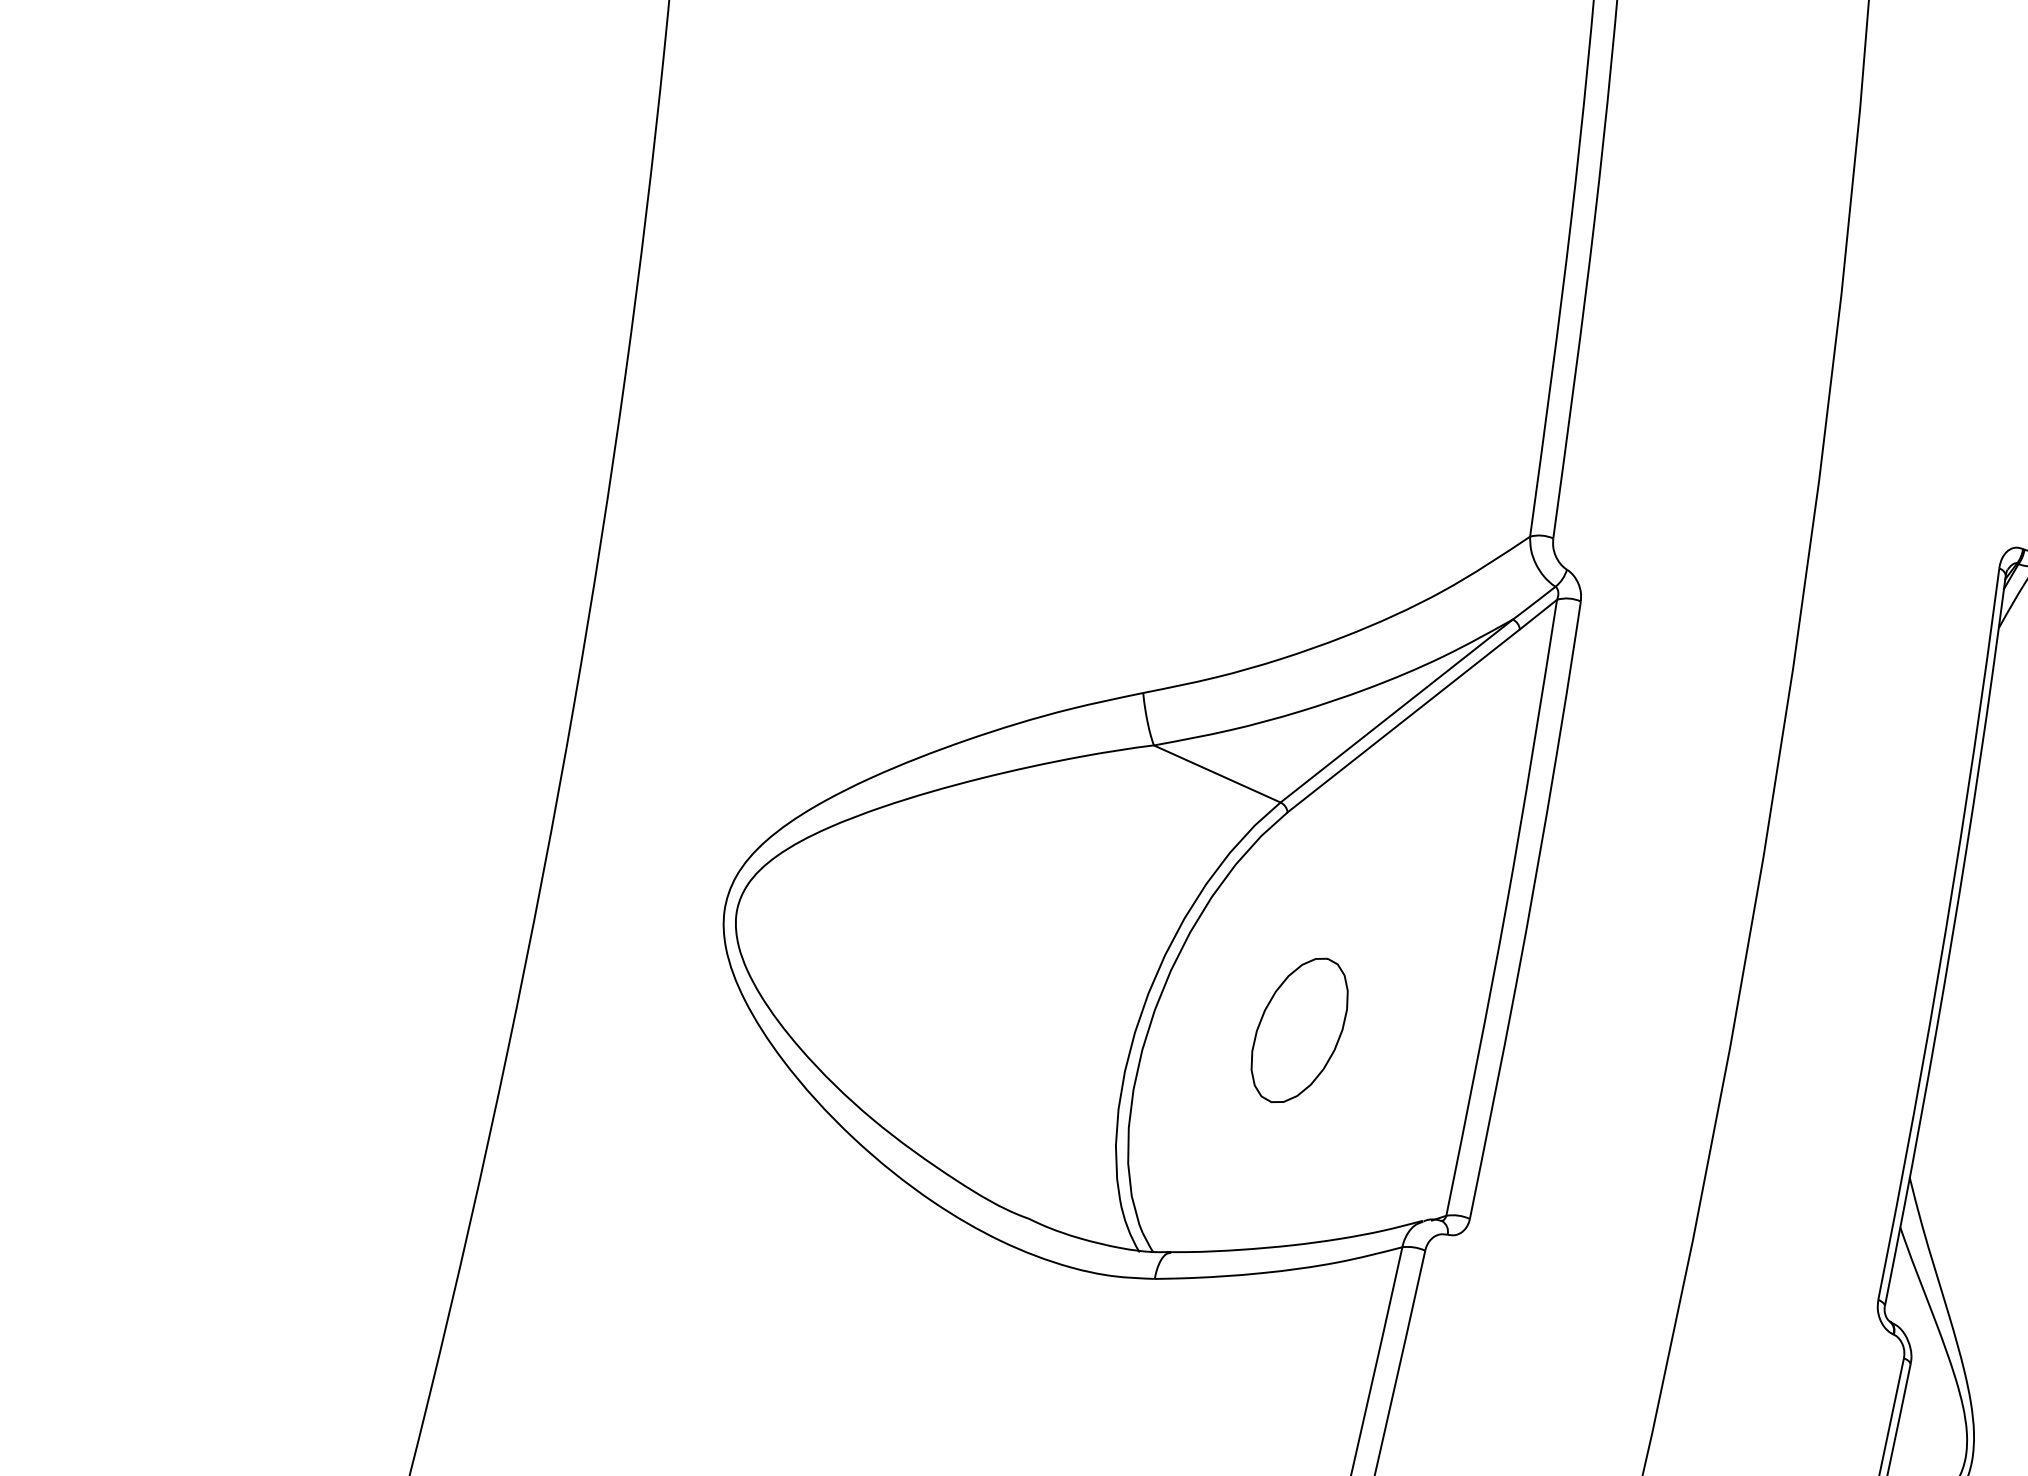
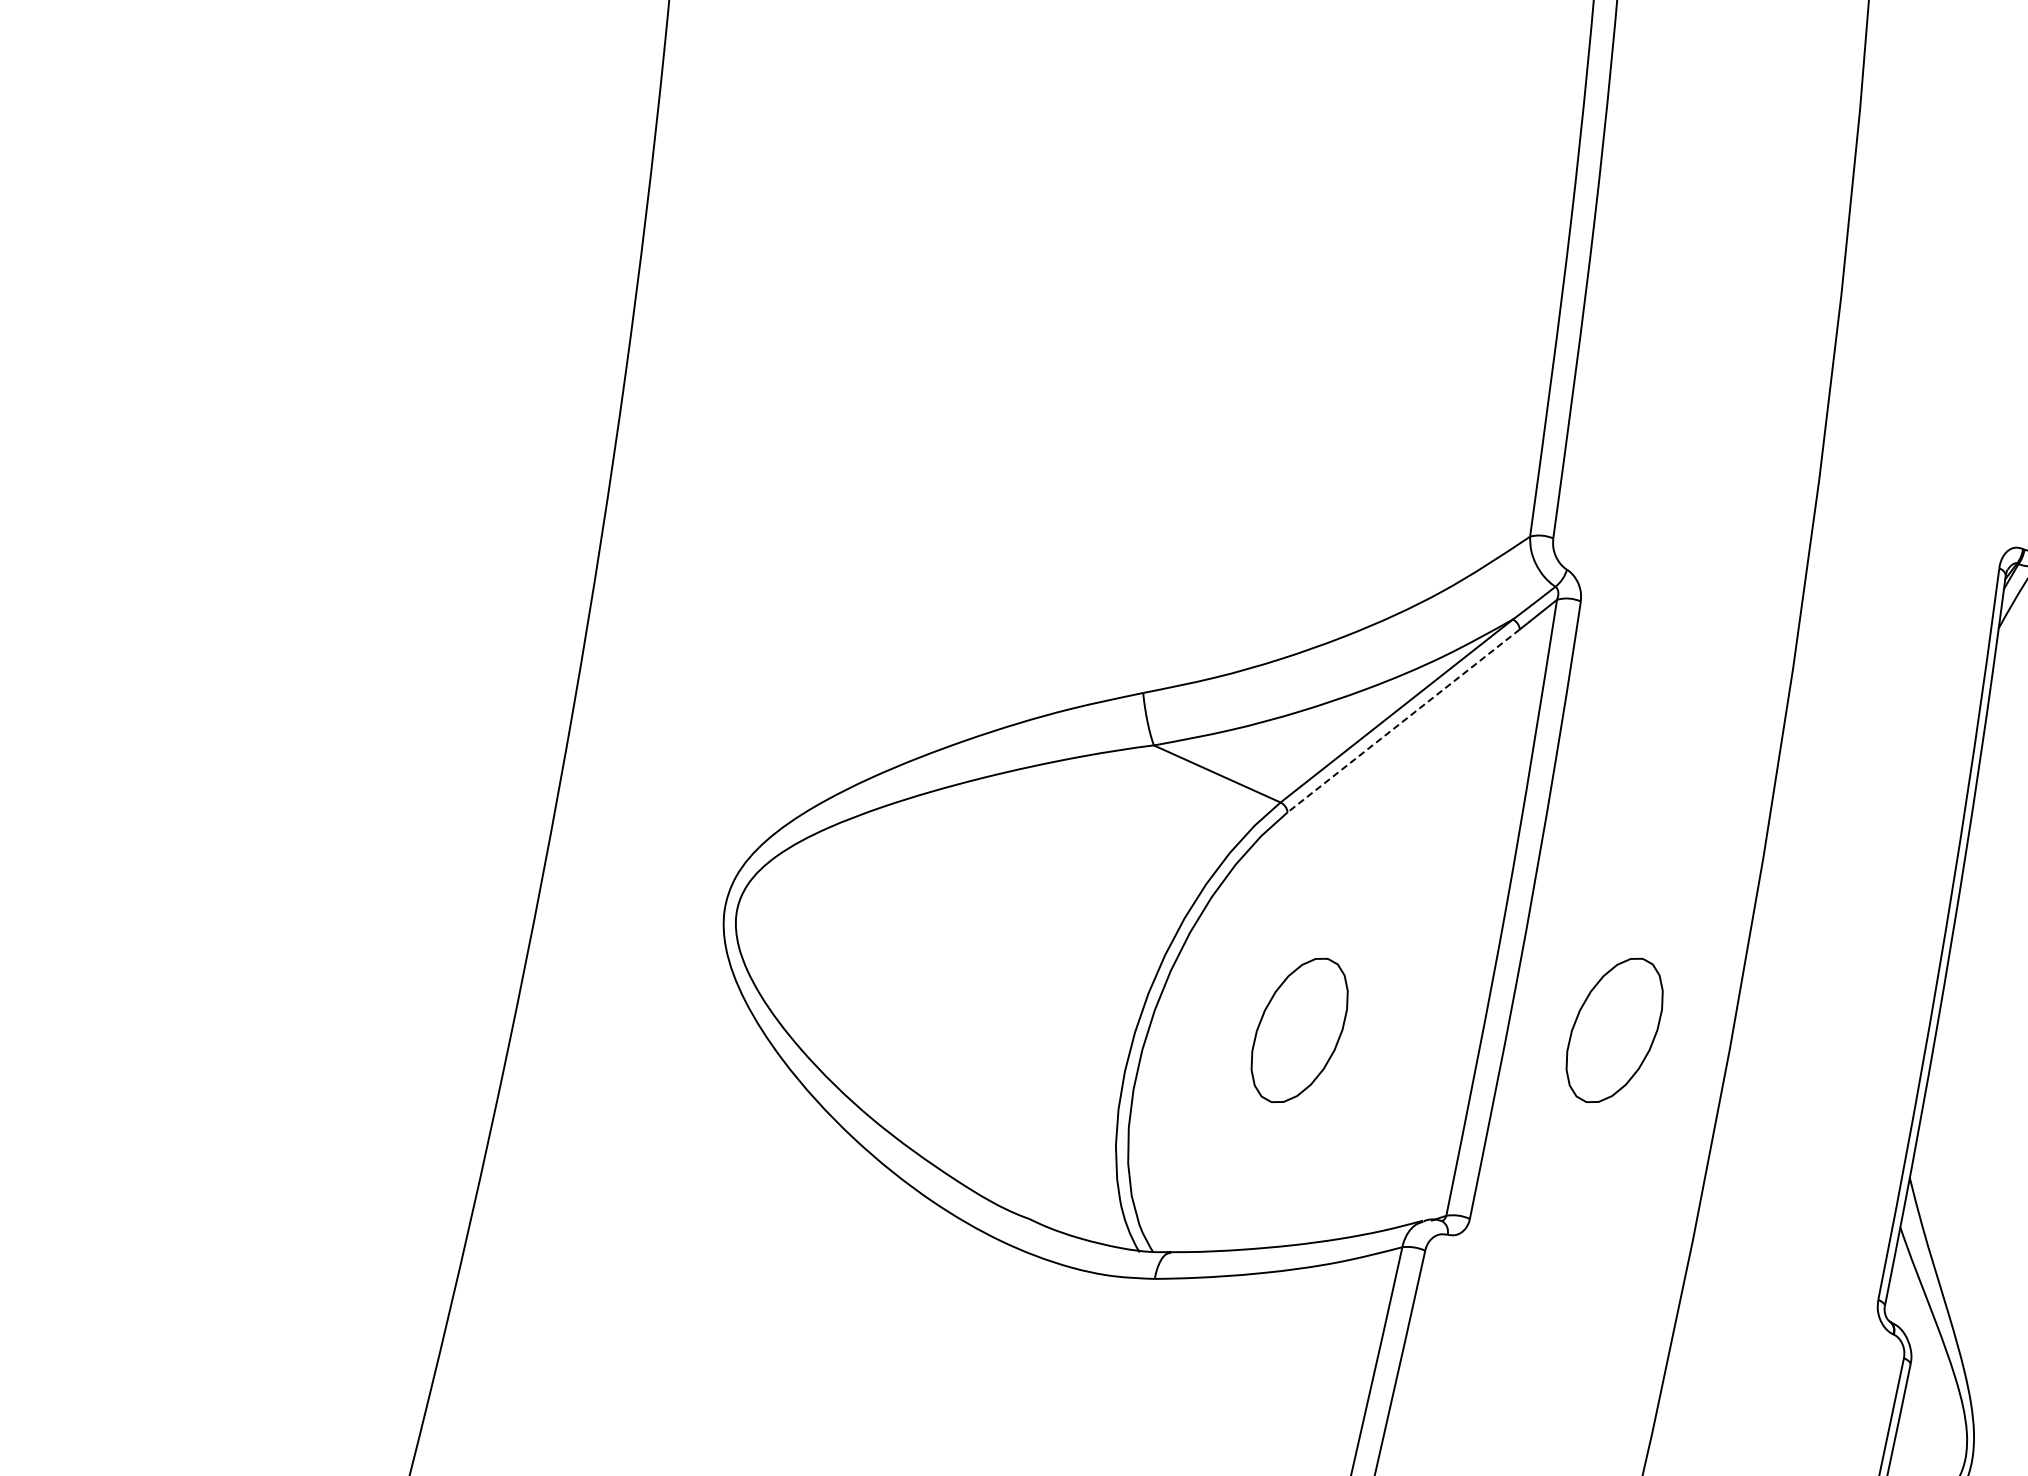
line at (1403, 720): solid -> dashed
part at (1614, 1029): none -> present
